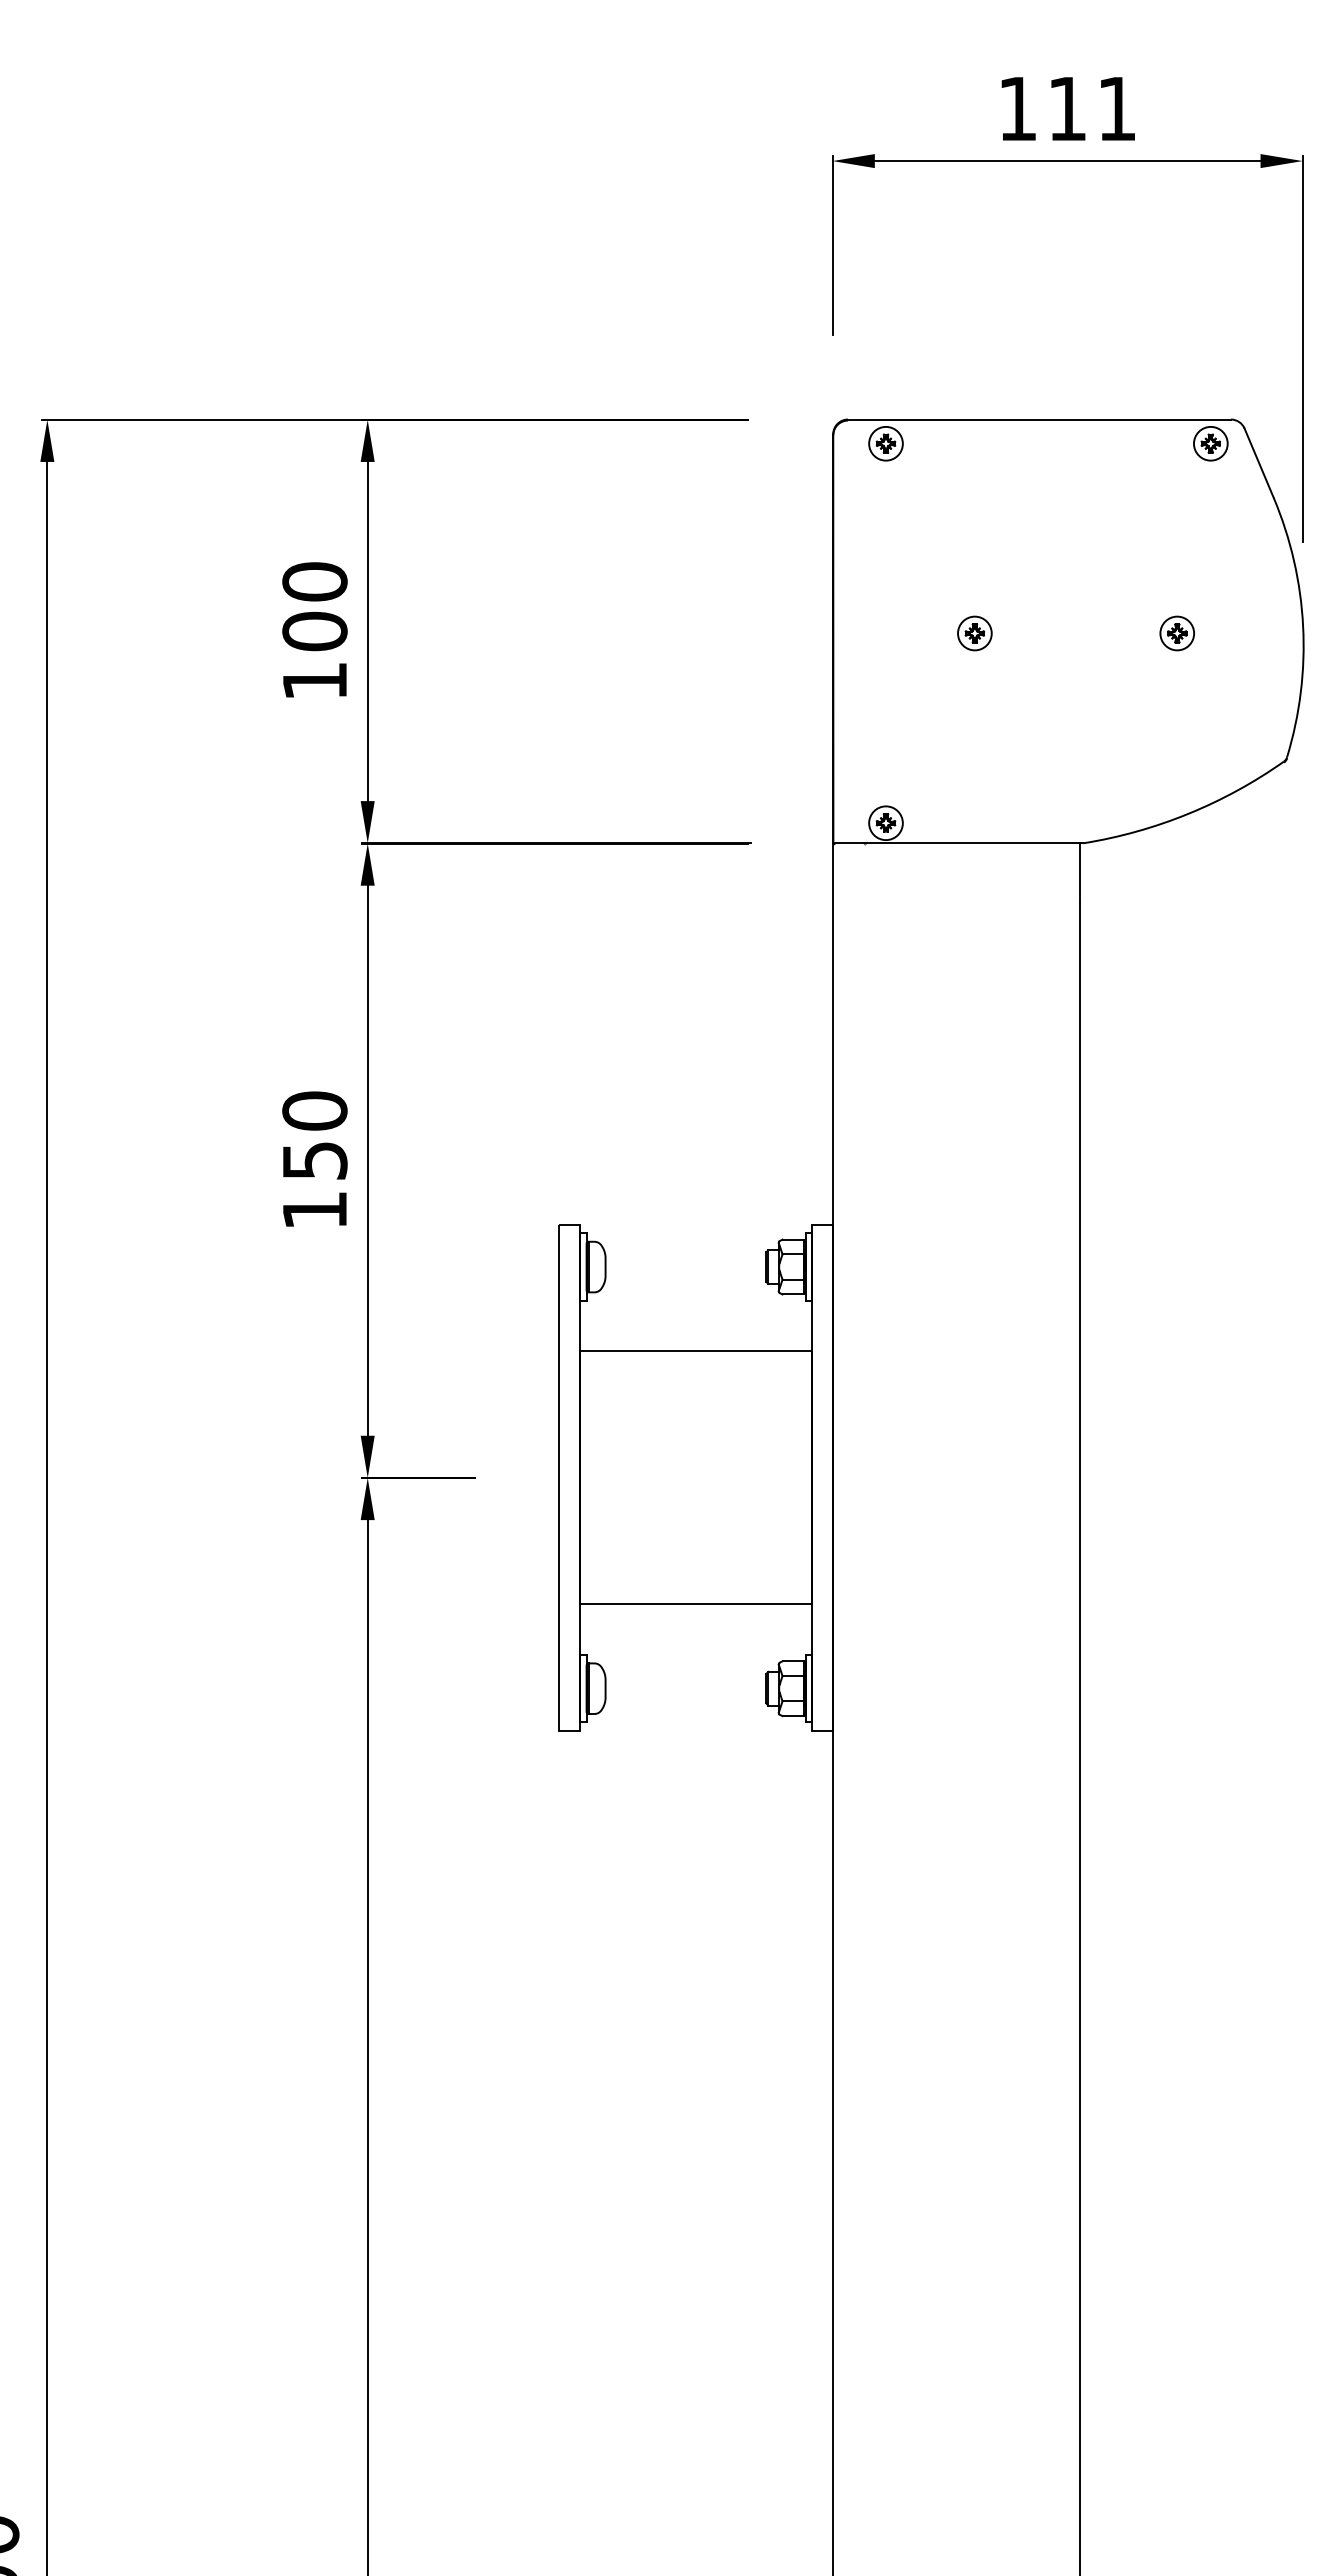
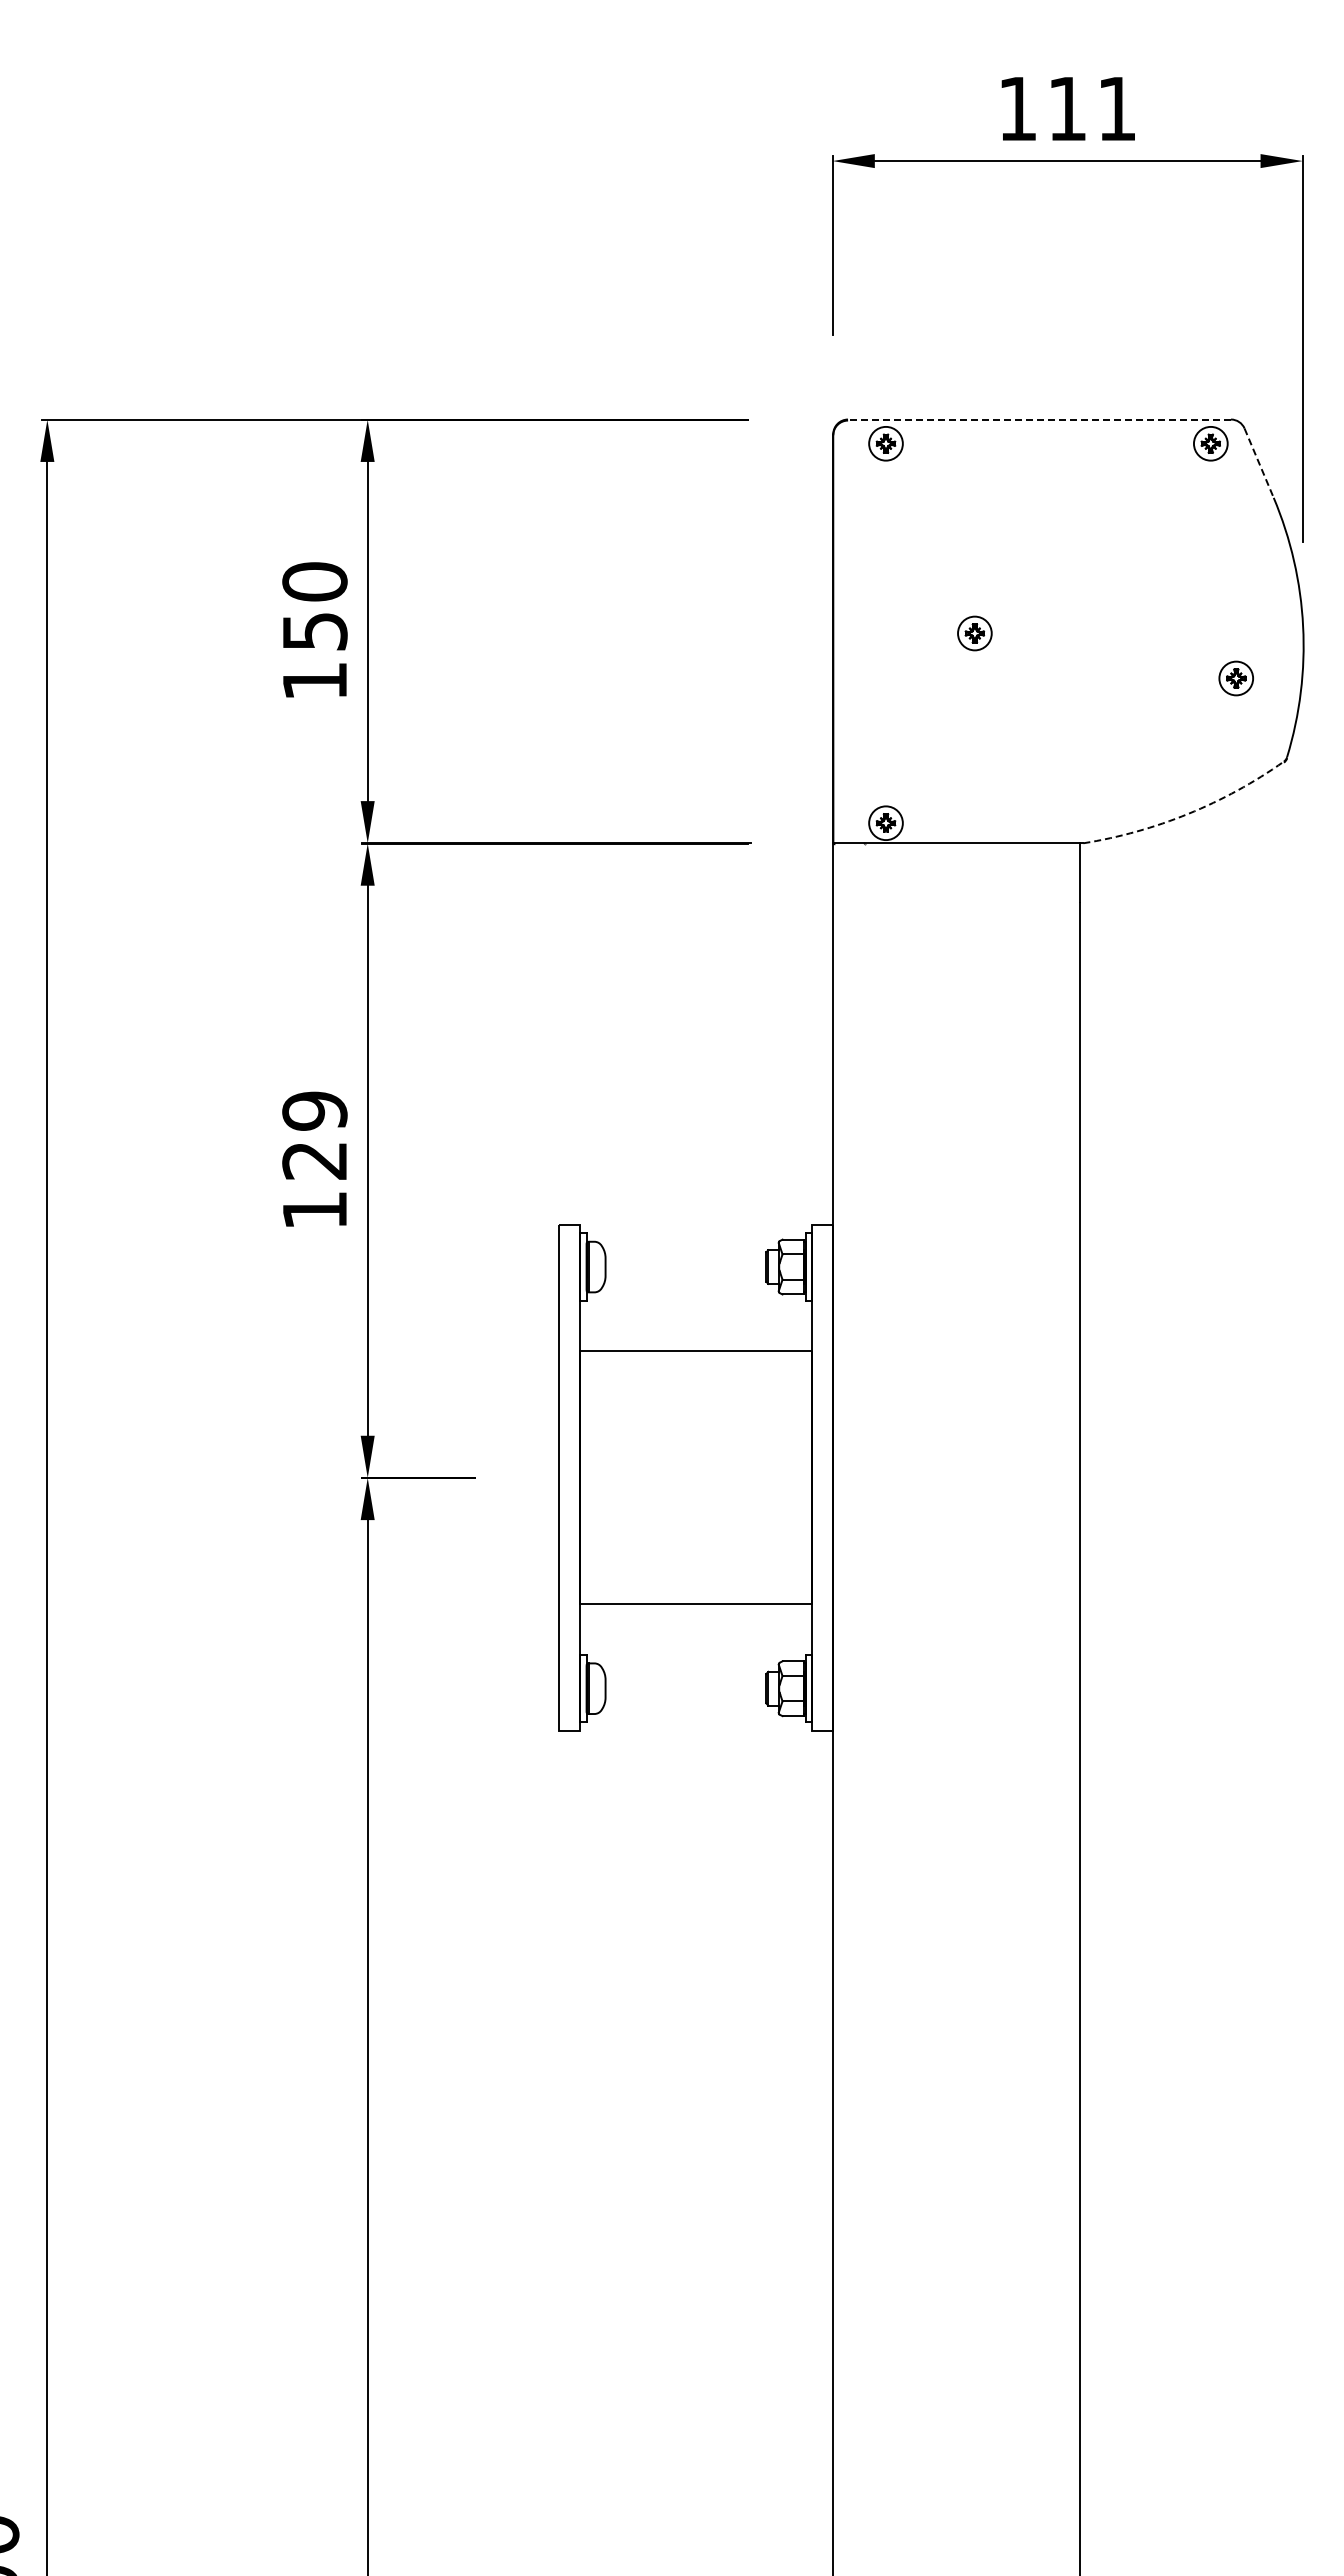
line at (1039, 419): solid -> dashed
line at (1259, 463): solid -> dashed
text at (314, 631): 100 -> 150
part at (1176, 633) position: (1176, 633) -> (1235, 678)
arc at (1188, 813): solid -> dashed
text at (314, 1135): 150 -> 129
